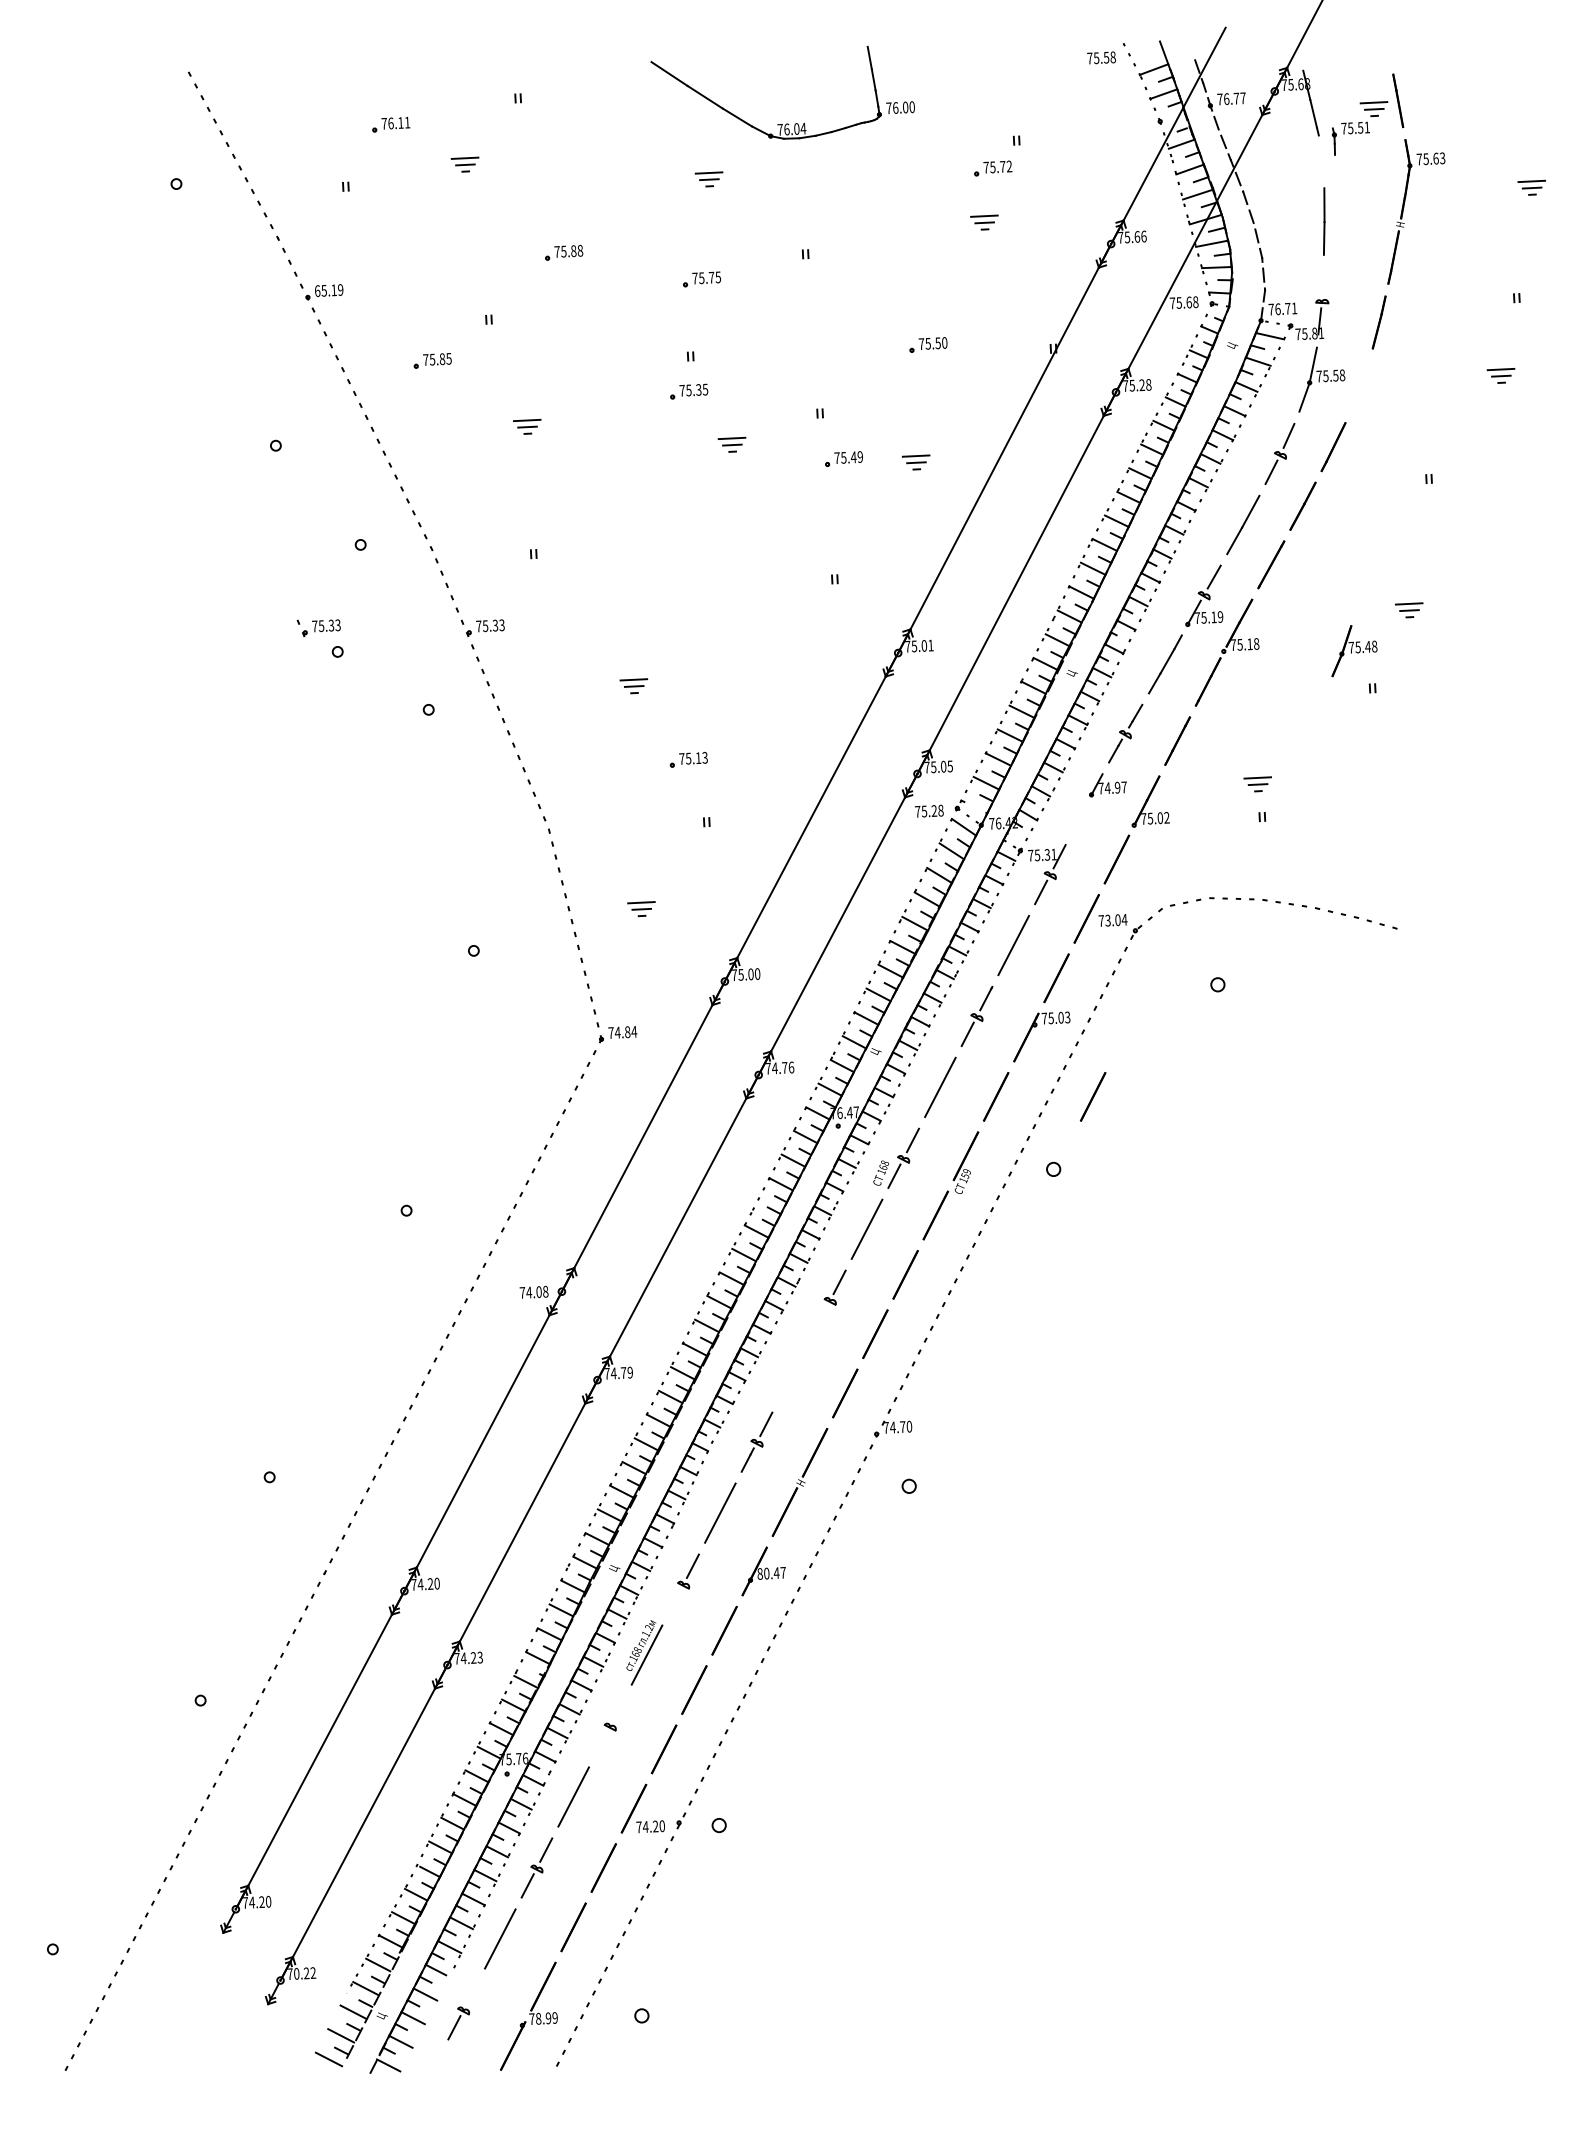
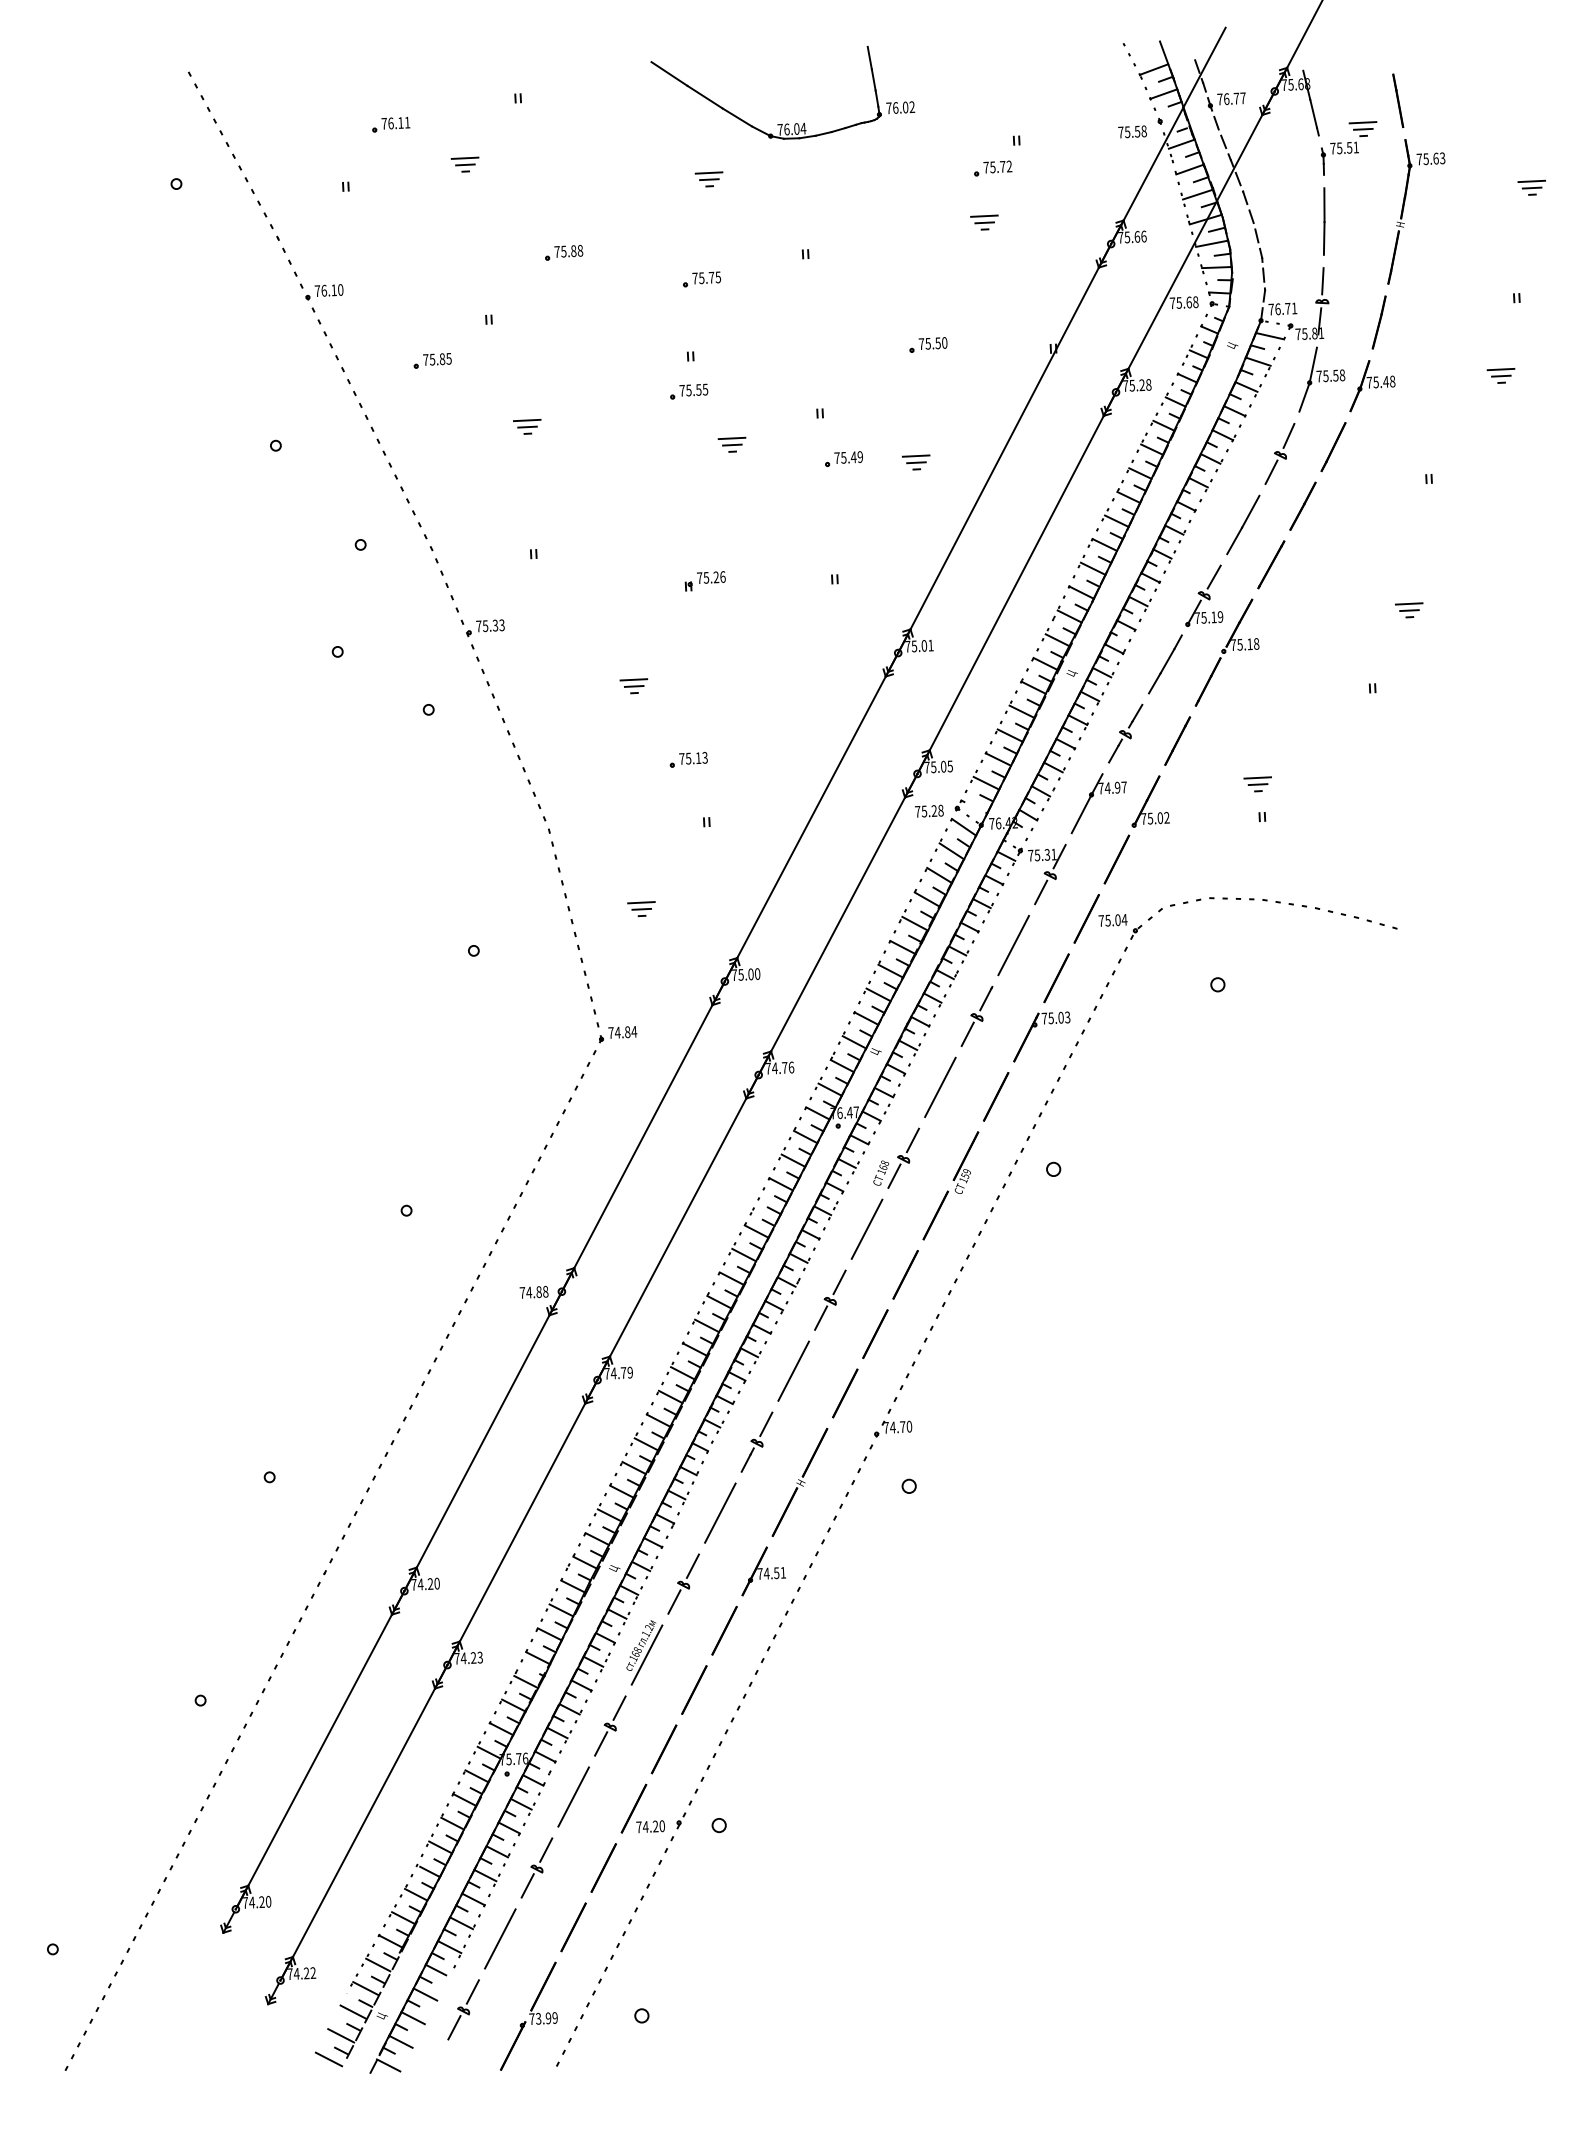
text at (1101, 57) position: (1101, 57) -> (1132, 131)
text at (912, 107): 76.00 -> 76.02
part at (1360, 128) position: (1360, 128) -> (1349, 148)
line at (1322, 281): none -> present
text at (328, 290): 65.19 -> 76.10
text at (698, 389): 75.35 -> 75.55
part at (704, 581): none -> present
part at (318, 627): present -> none
part at (1354, 651) position: (1354, 651) -> (1372, 386)
line at (1081, 813): none -> present
text at (1107, 919): 73.04 -> 75.04
line at (1093, 1096): present -> none
text at (538, 1292): 74.08 -> 74.88
line at (821, 1317): none -> present
line at (793, 1370): none -> present
text at (771, 1573): 80.47 -> 74.51
line at (674, 1601): none -> present
line at (619, 1707): none -> present
line at (601, 1743): none -> present
text at (296, 1973): 70.22 -> 74.22
line at (472, 1991): none -> present
text at (538, 2018): 78.99 -> 73.99
